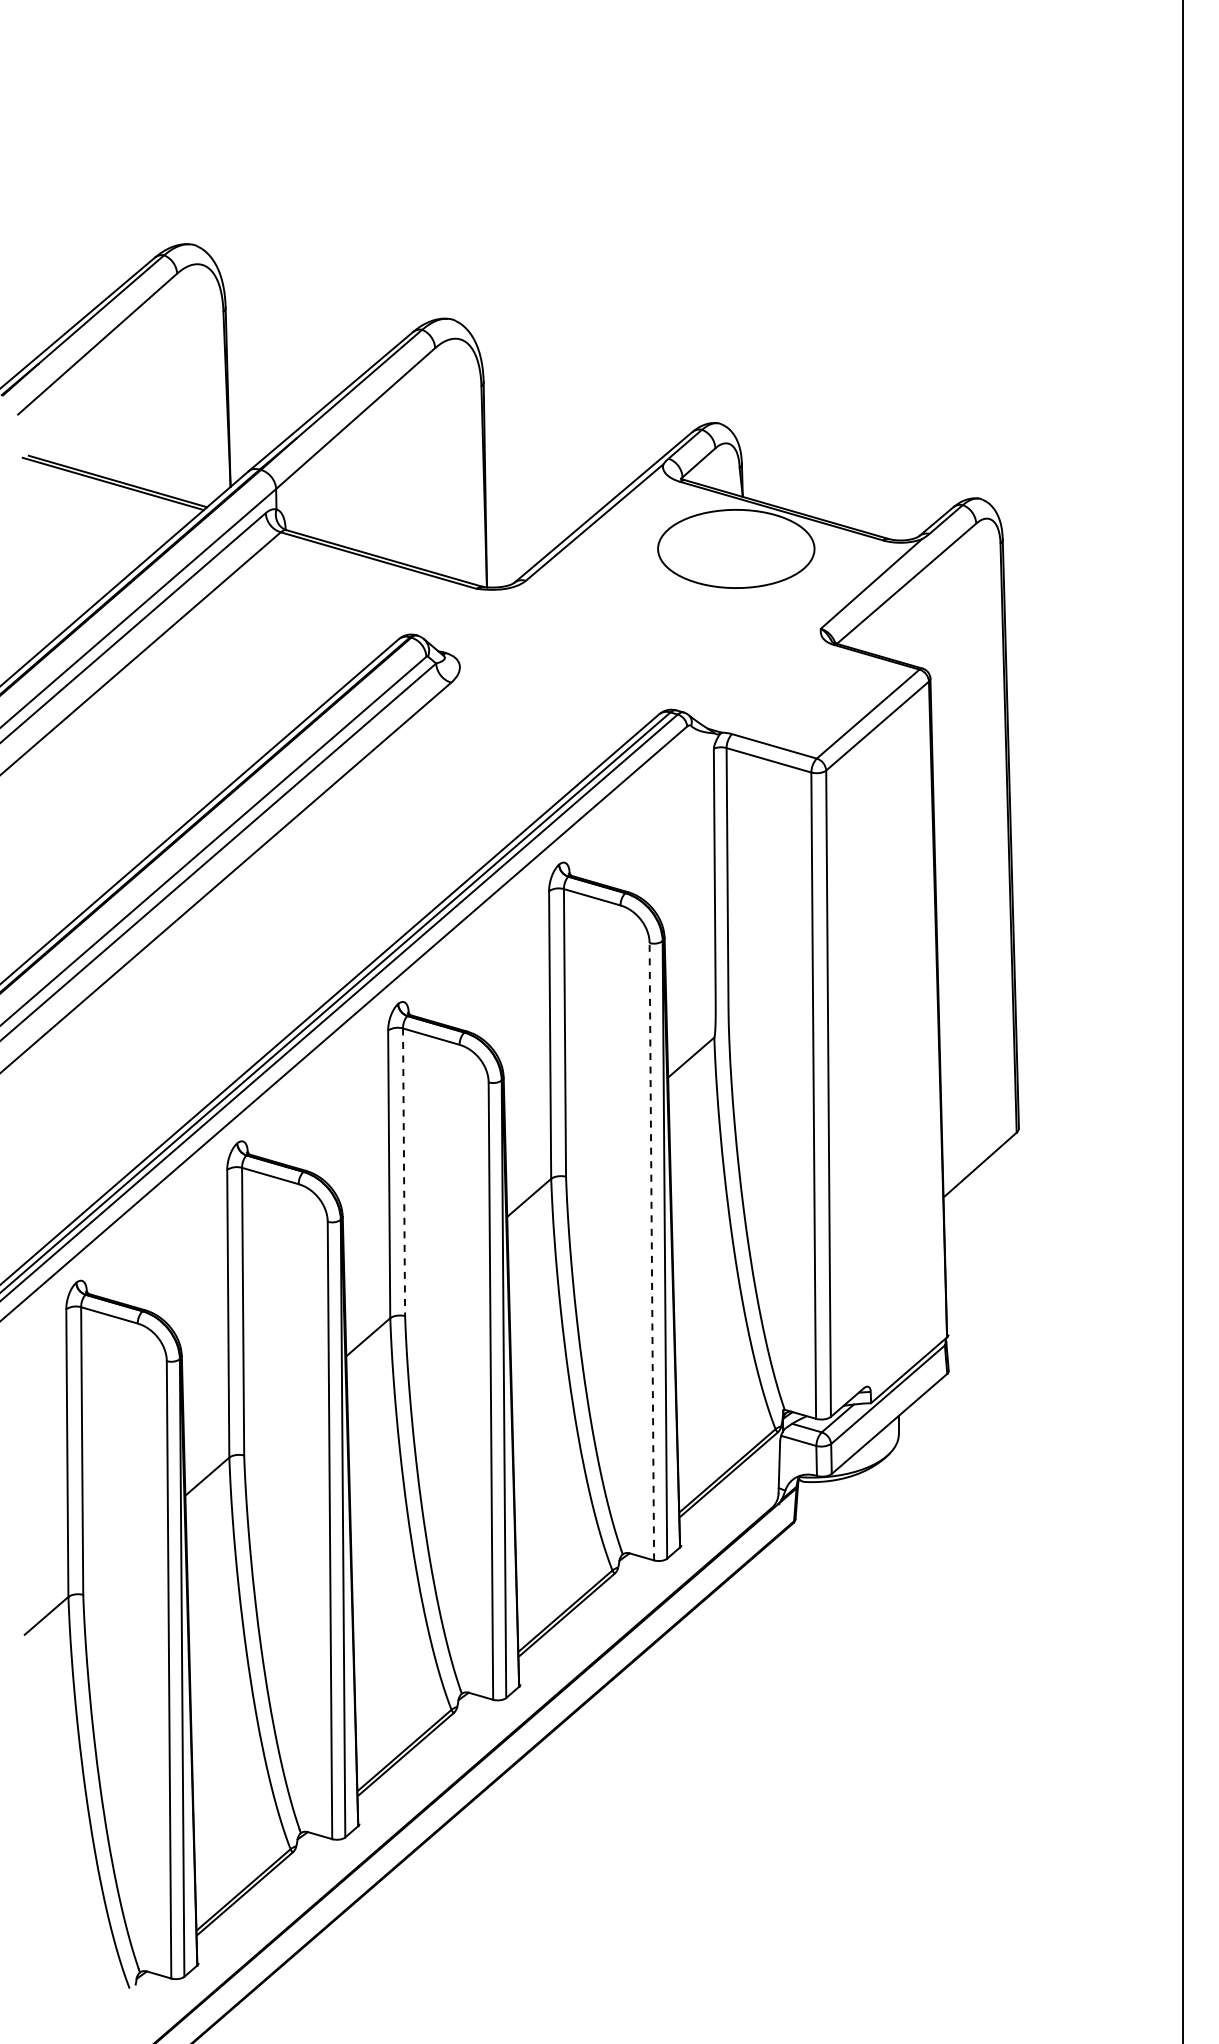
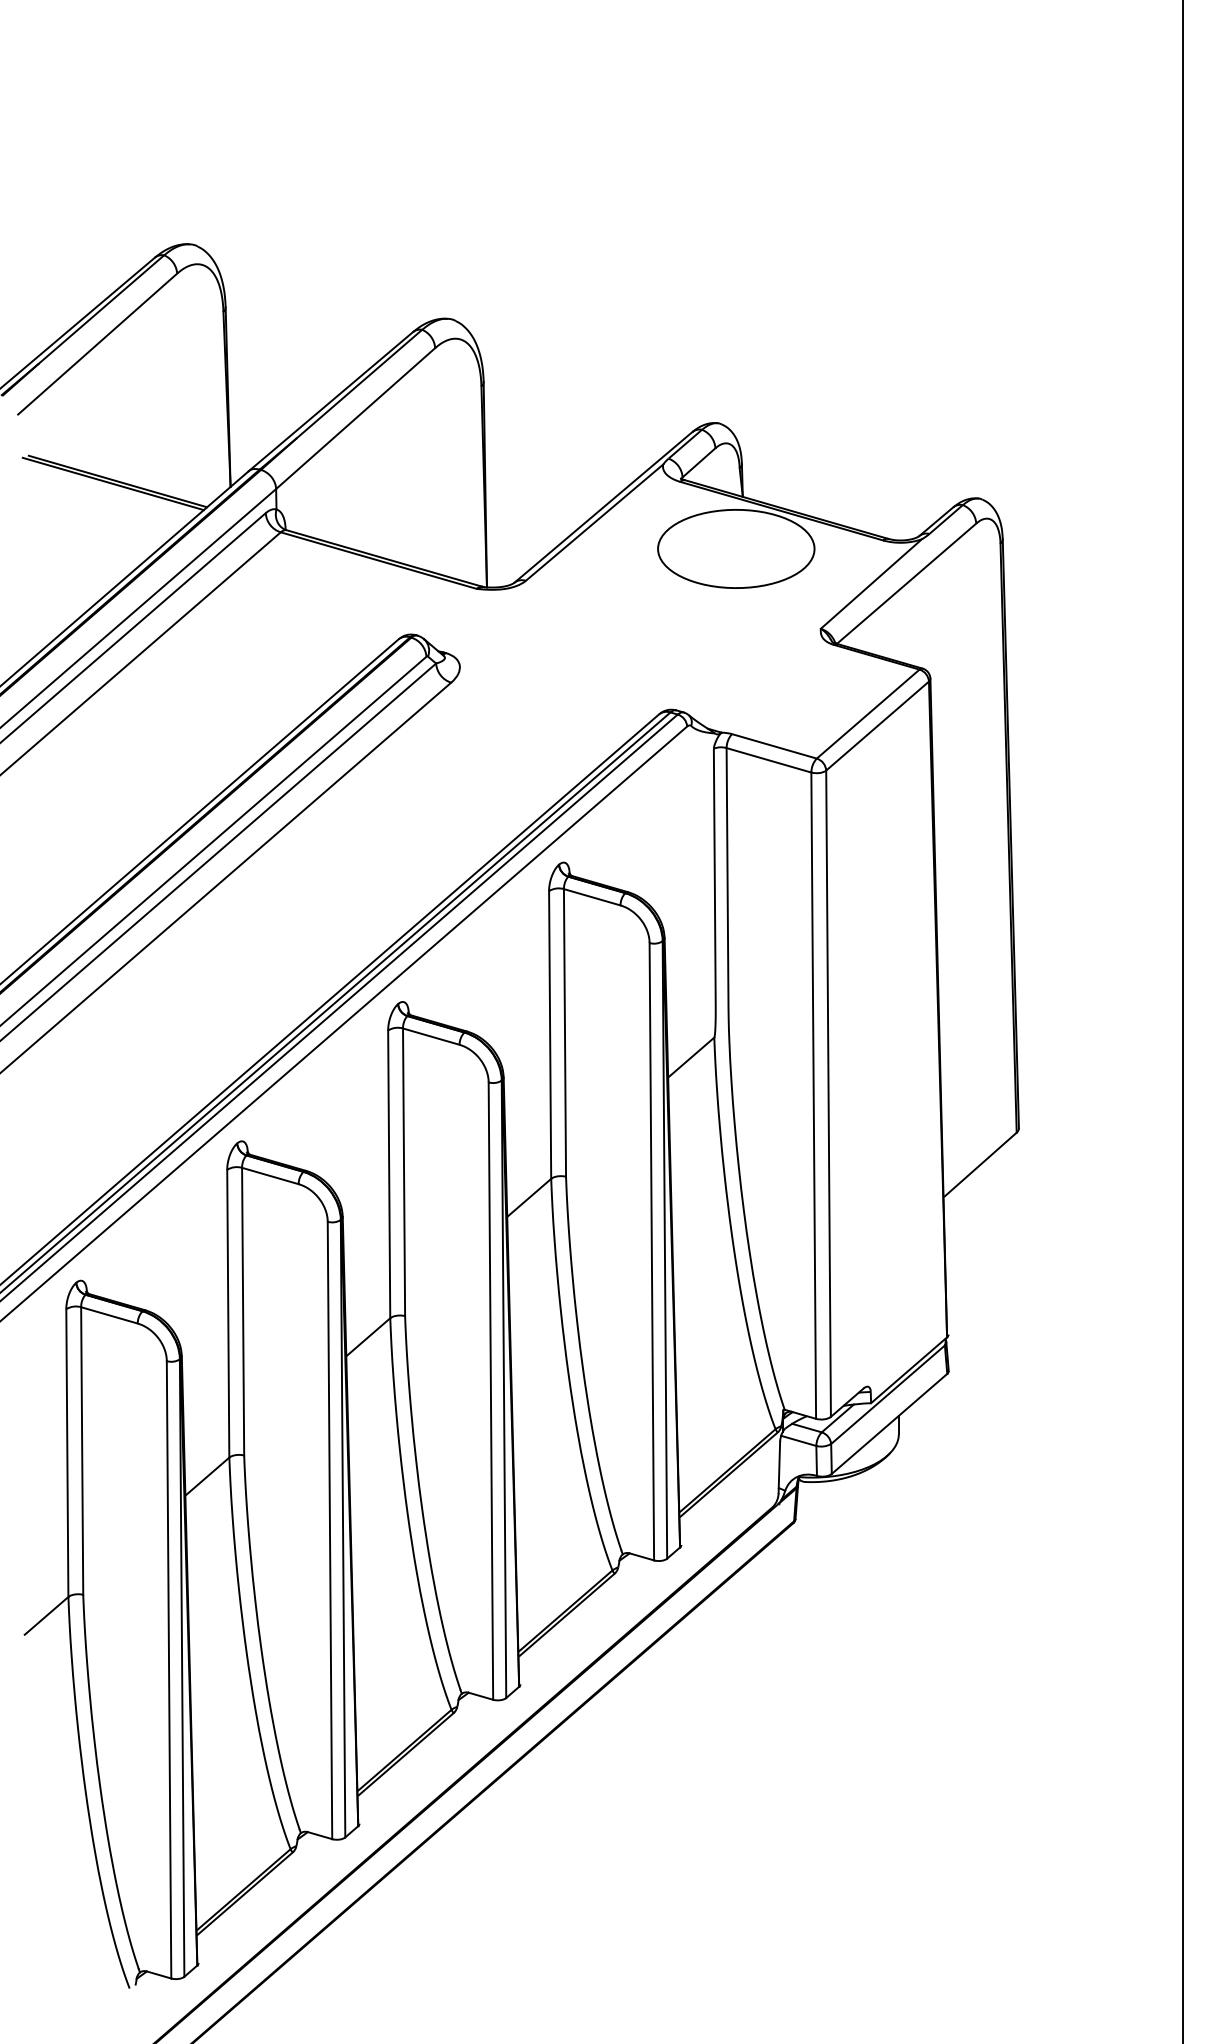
line at (404, 1172): dashed -> solid
line at (651, 1251): dashed -> solid
